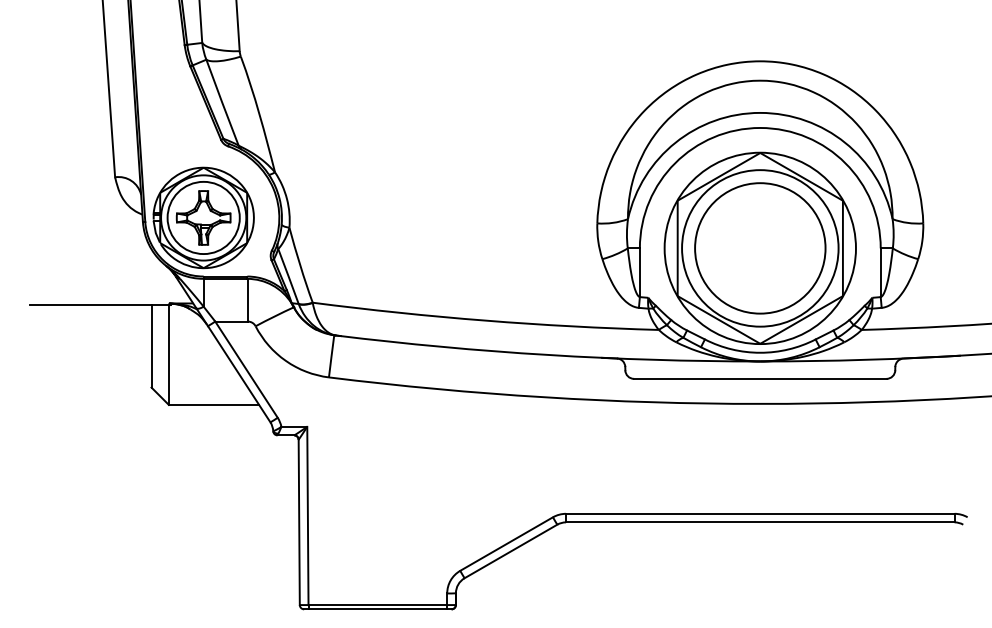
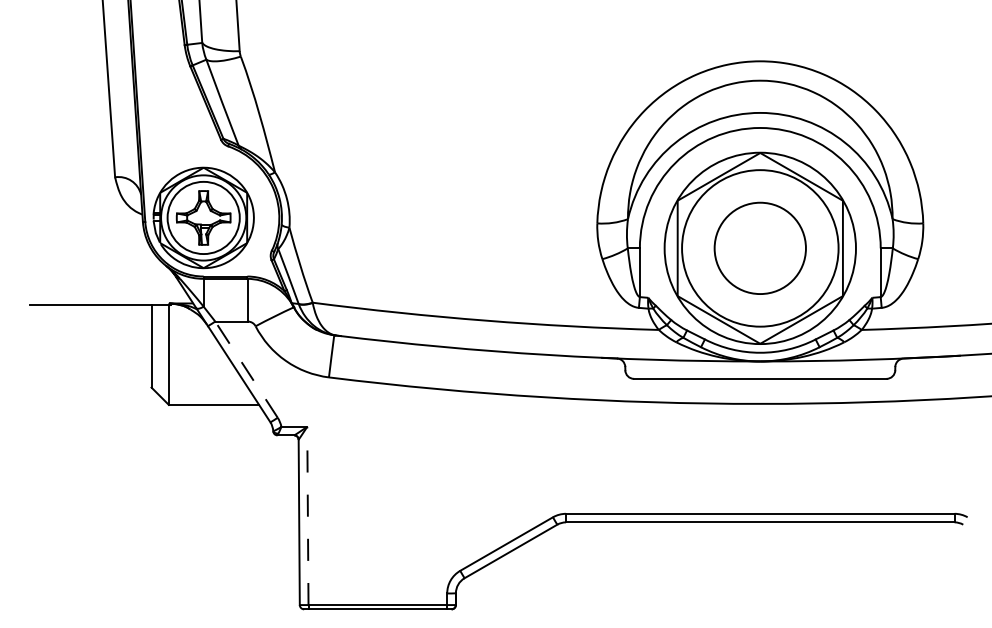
circle at (760, 248) diameter: 130 px -> 91 px
line at (246, 369): solid -> dashed
line at (307, 515): solid -> dashed
